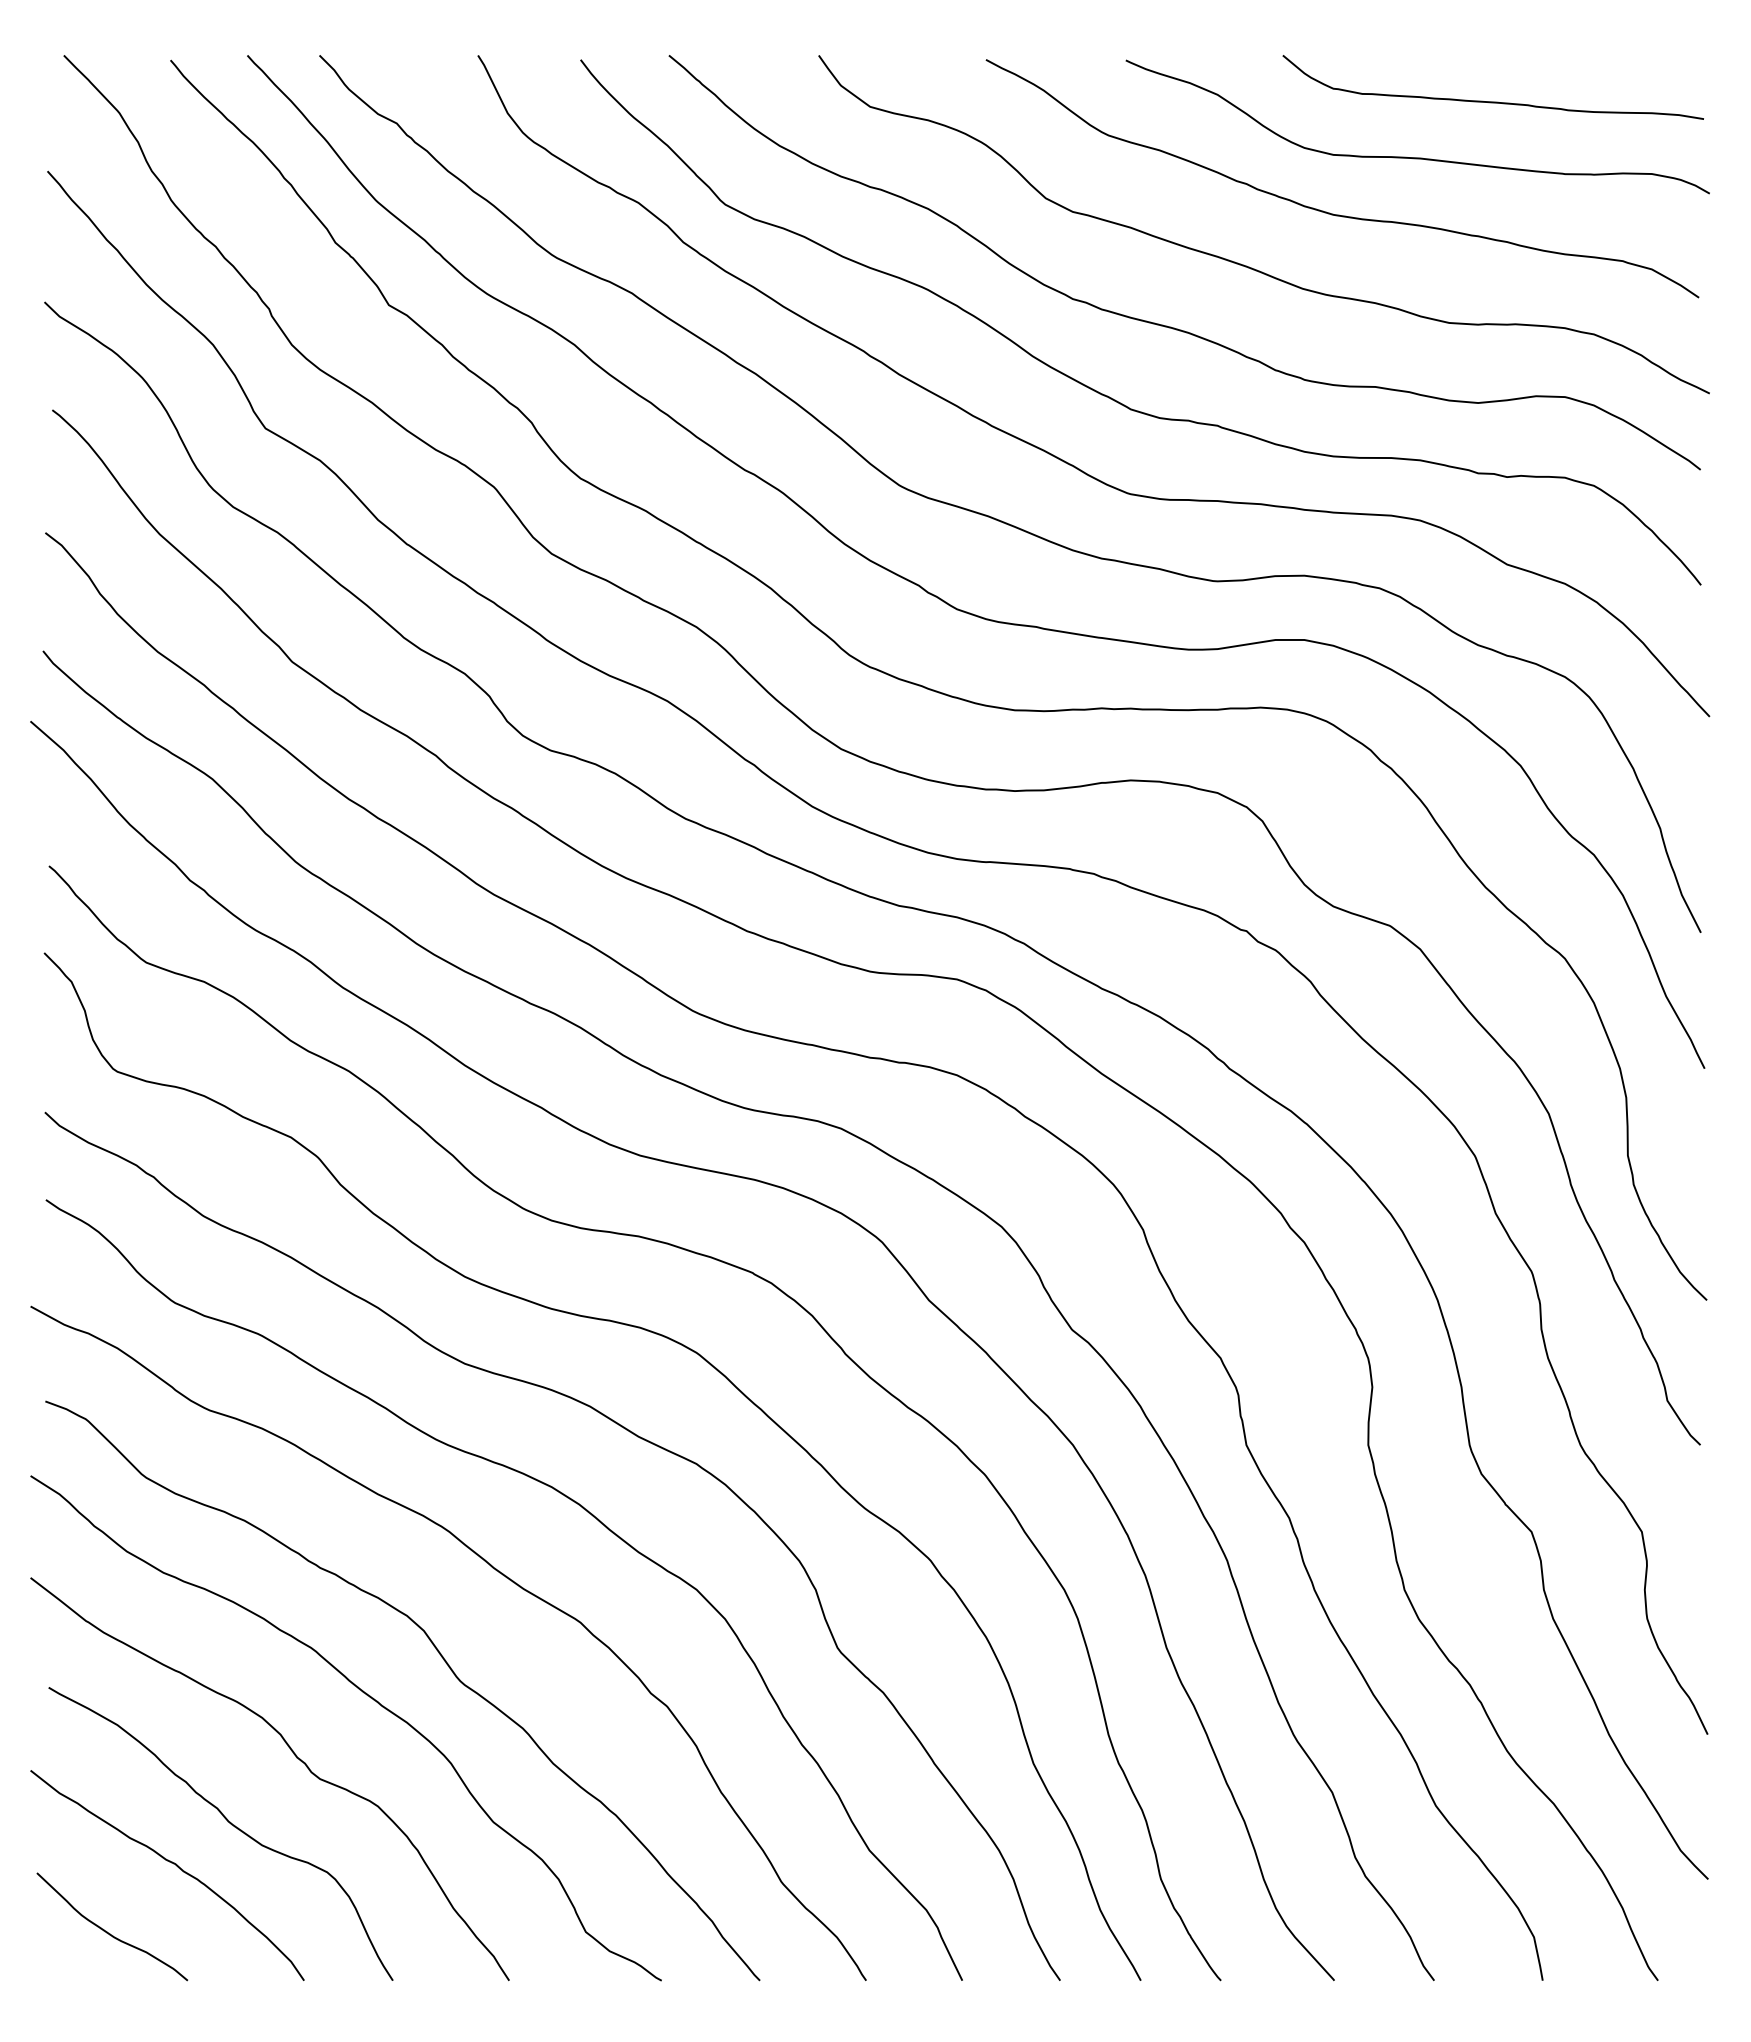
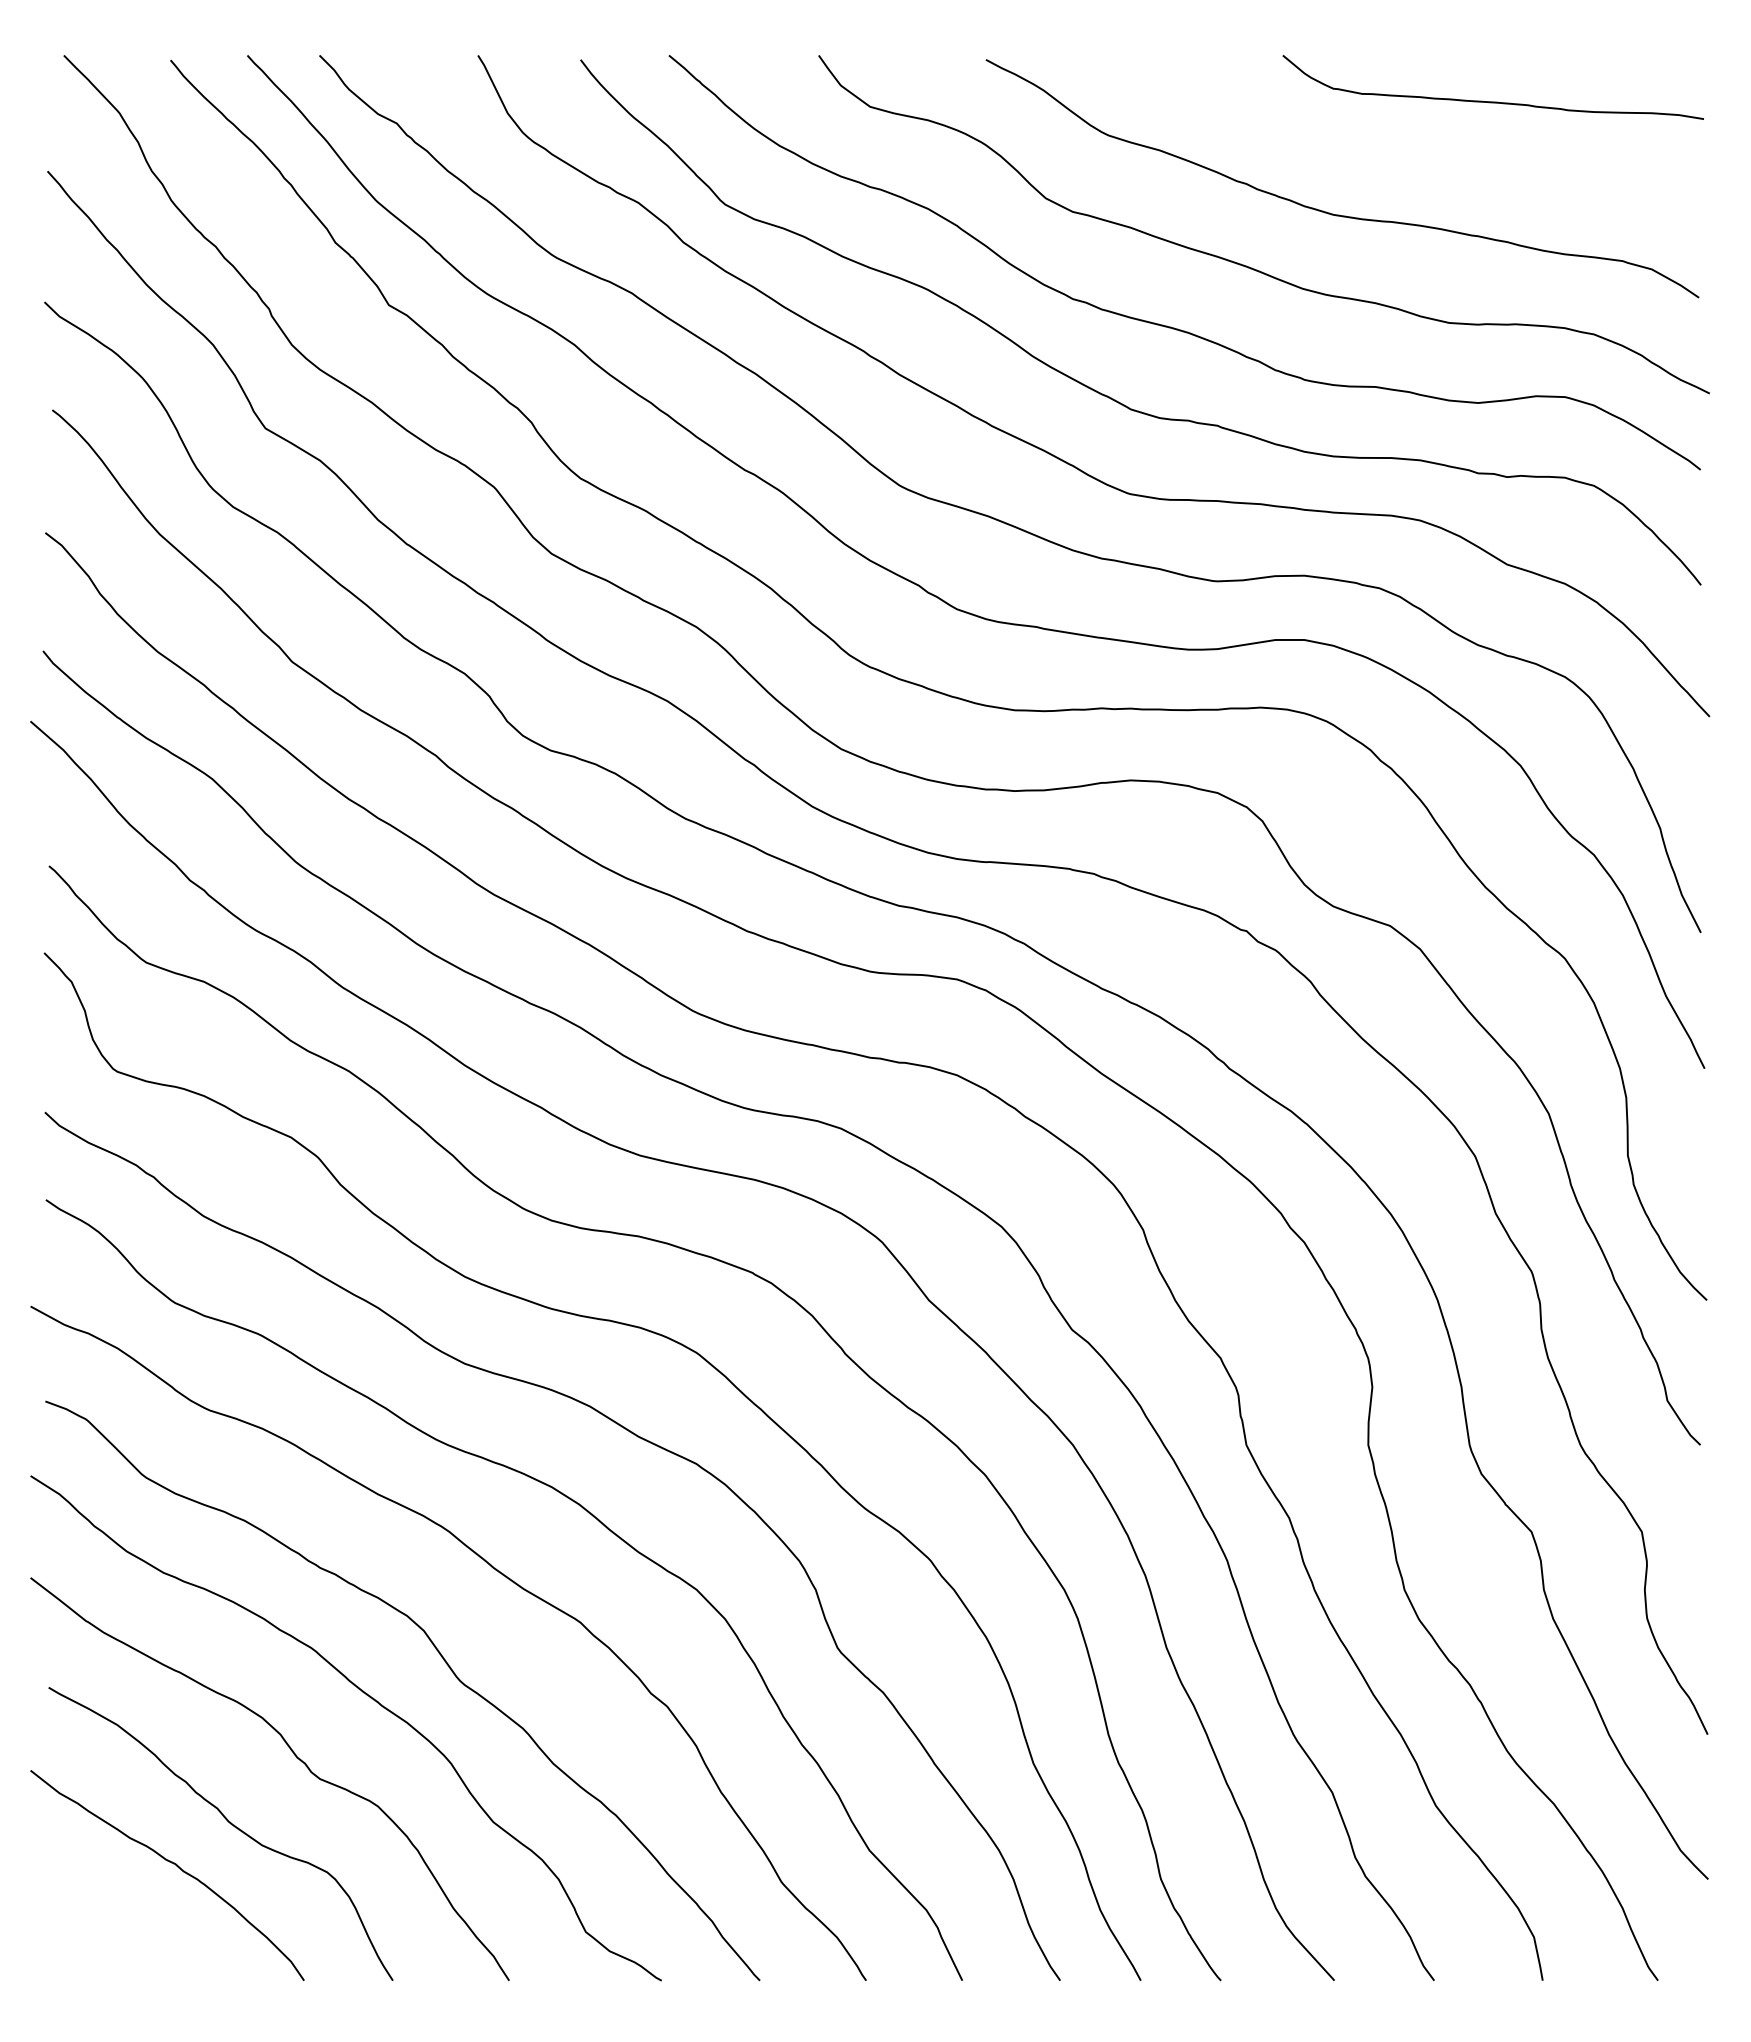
curve at (1417, 157): present -> none
curve at (107, 1931): present -> none
